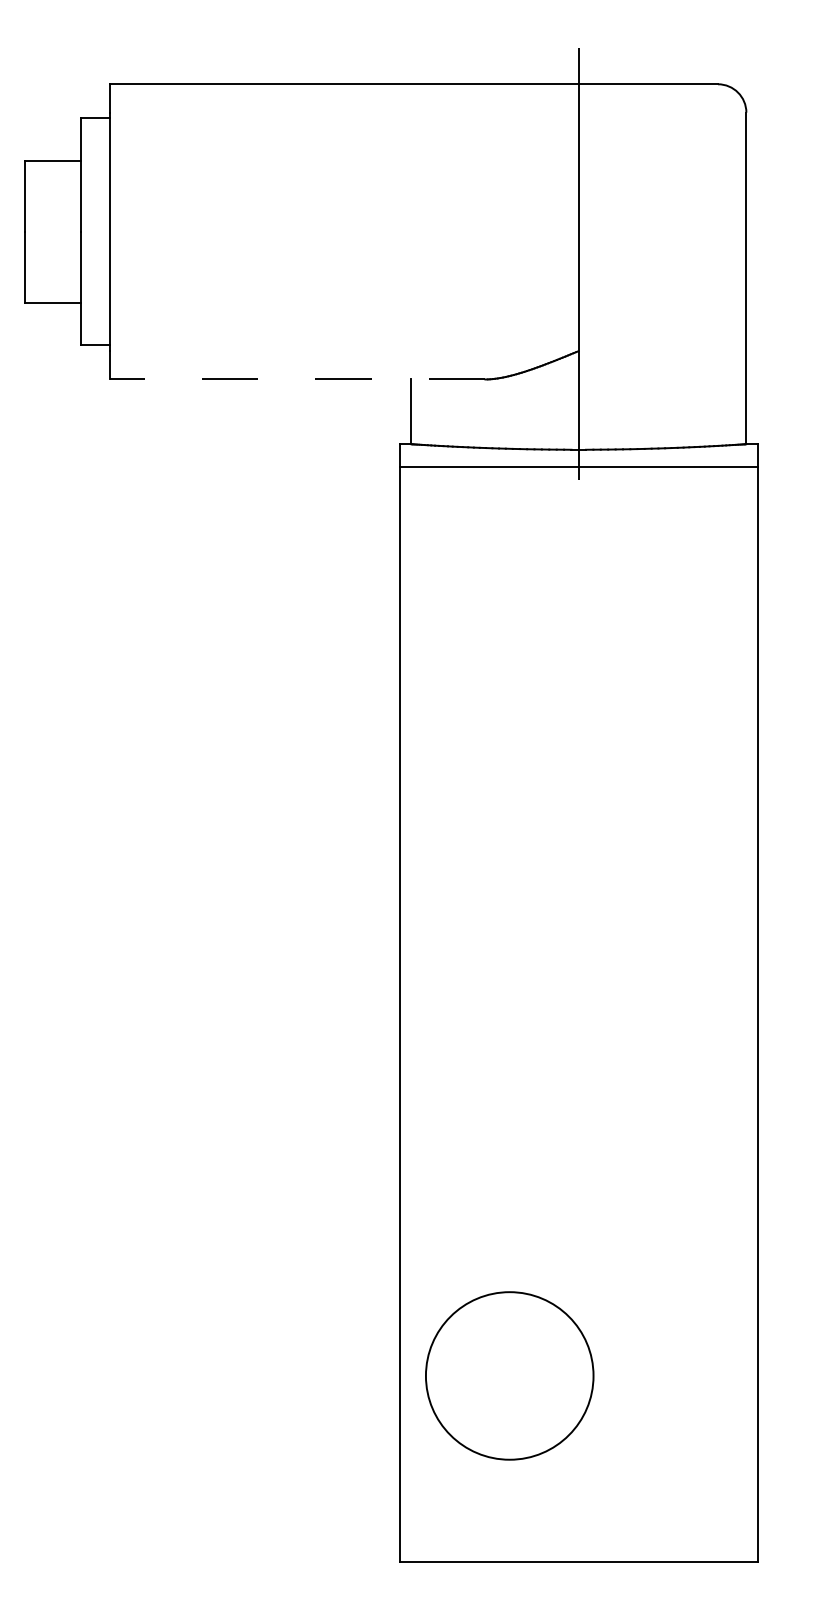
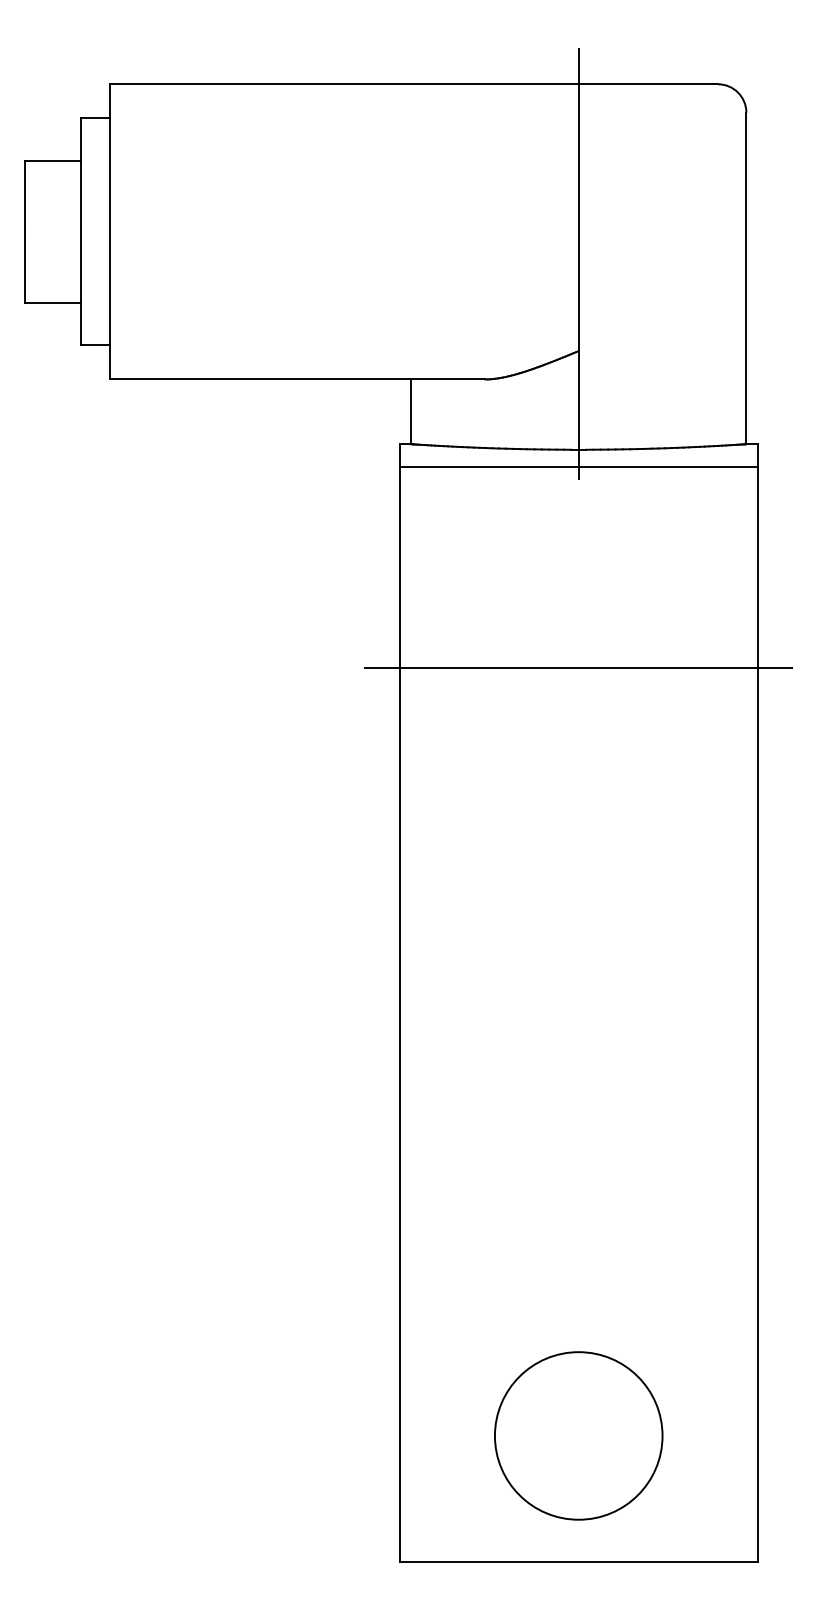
line at (297, 379): dashed -> solid
line at (578, 667): none -> present
circle at (509, 1375) position: (509, 1375) -> (578, 1435)
